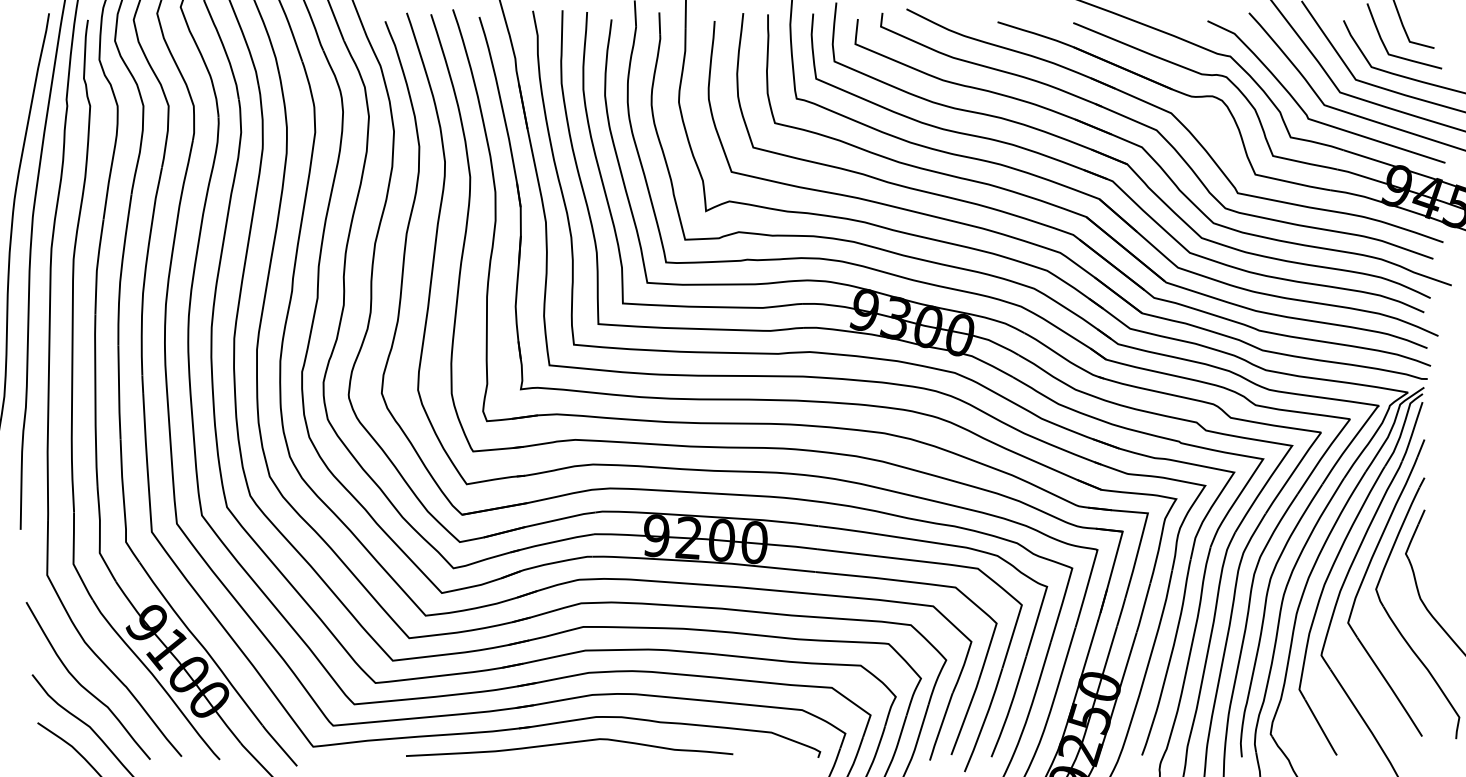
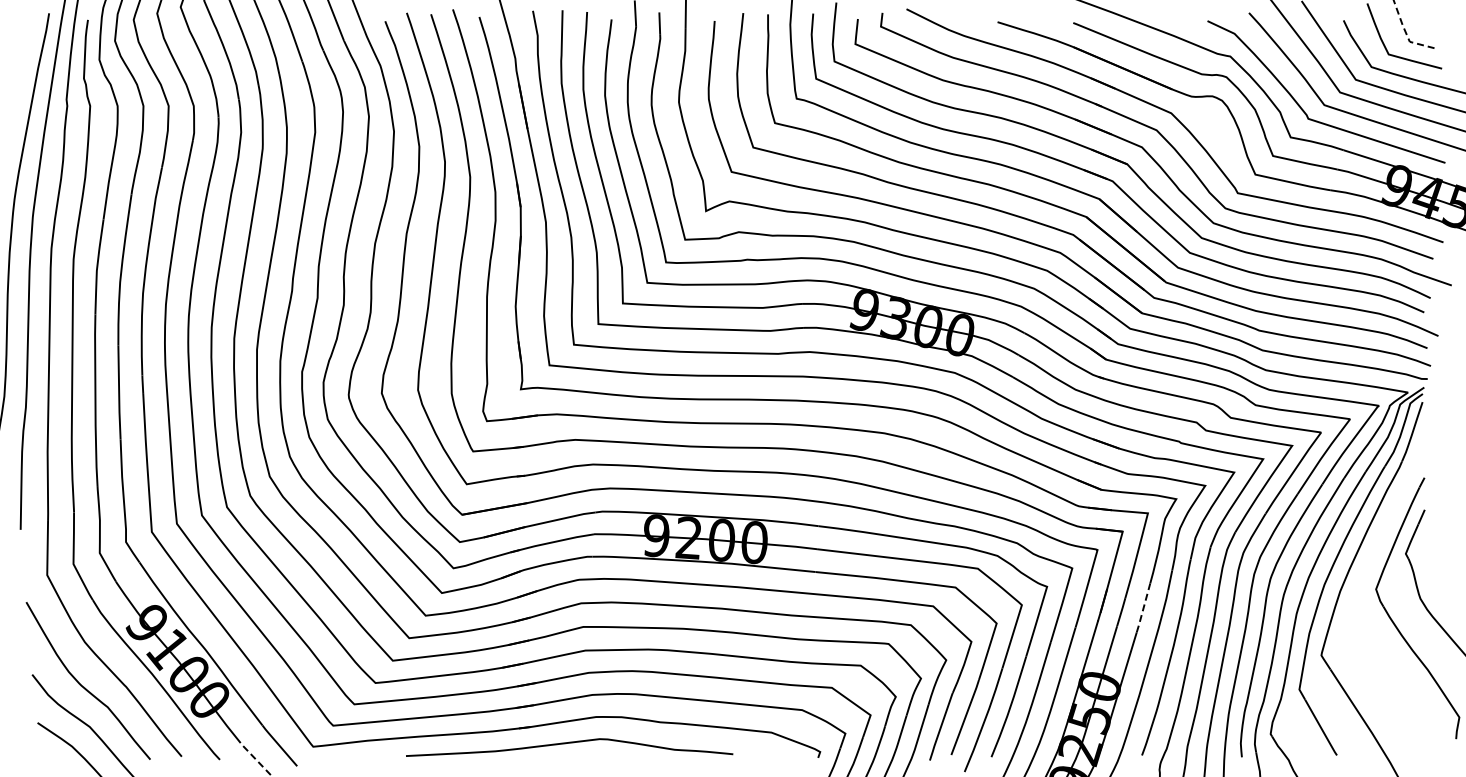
line at (1405, 32): solid -> dashed
part at (1364, 579): present -> none
line at (1143, 608): solid -> dashed
line at (255, 758): solid -> dashed
